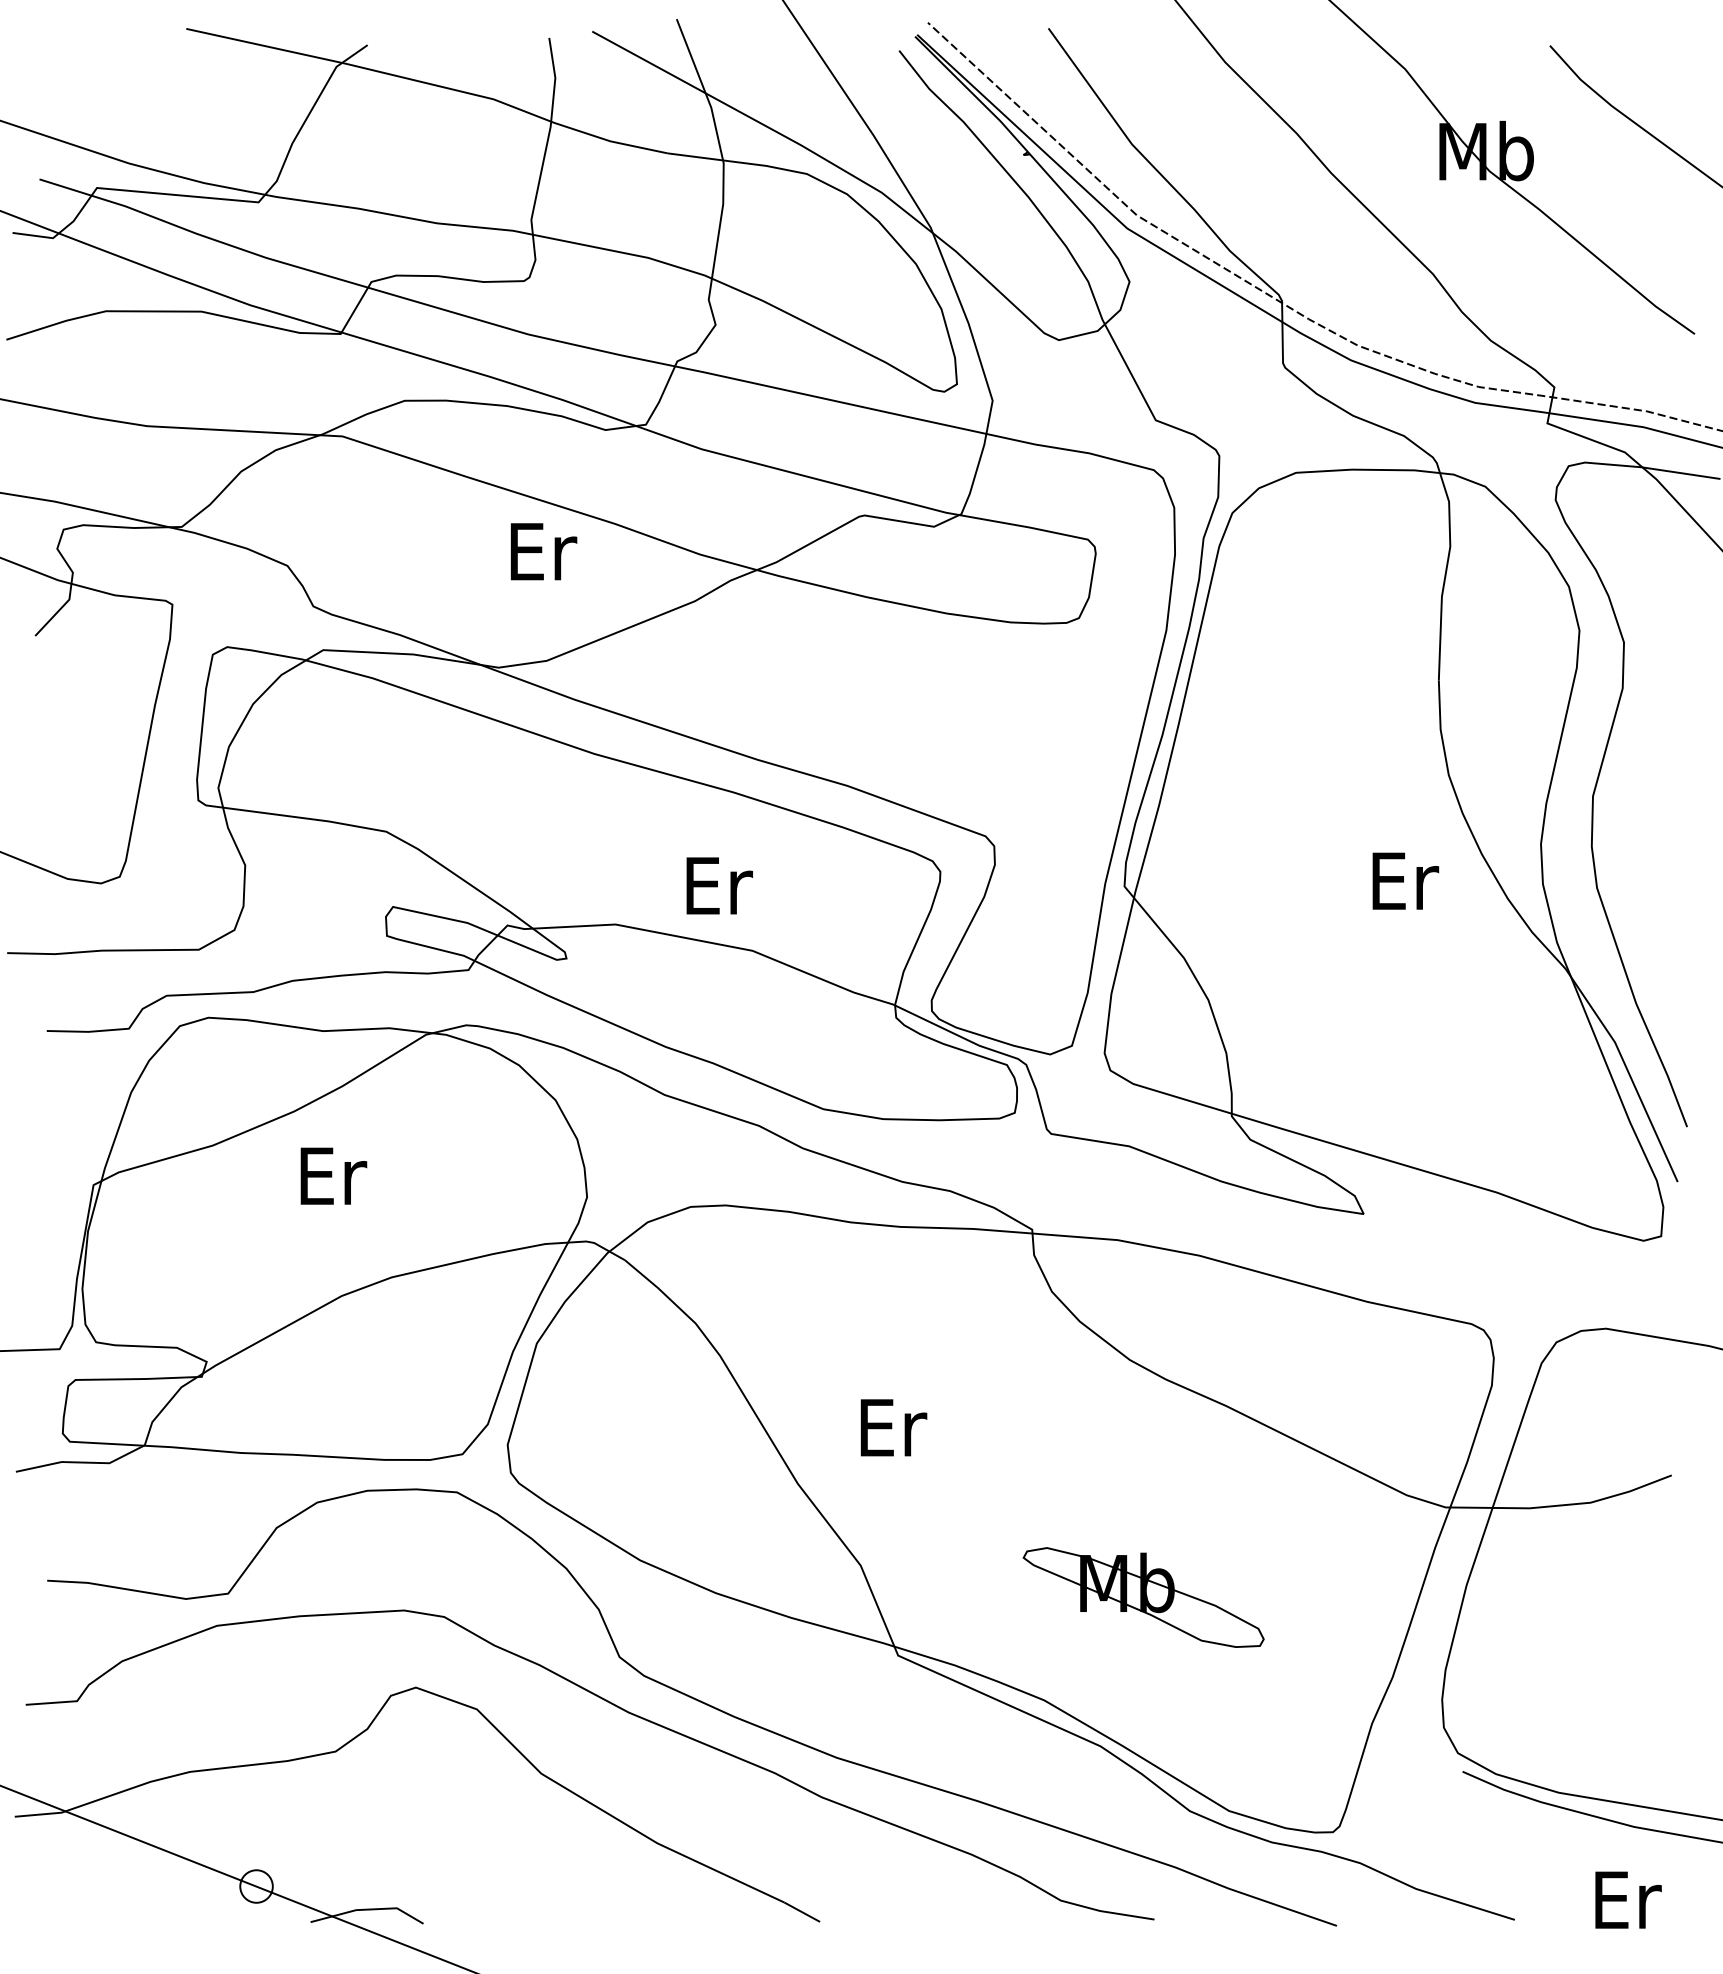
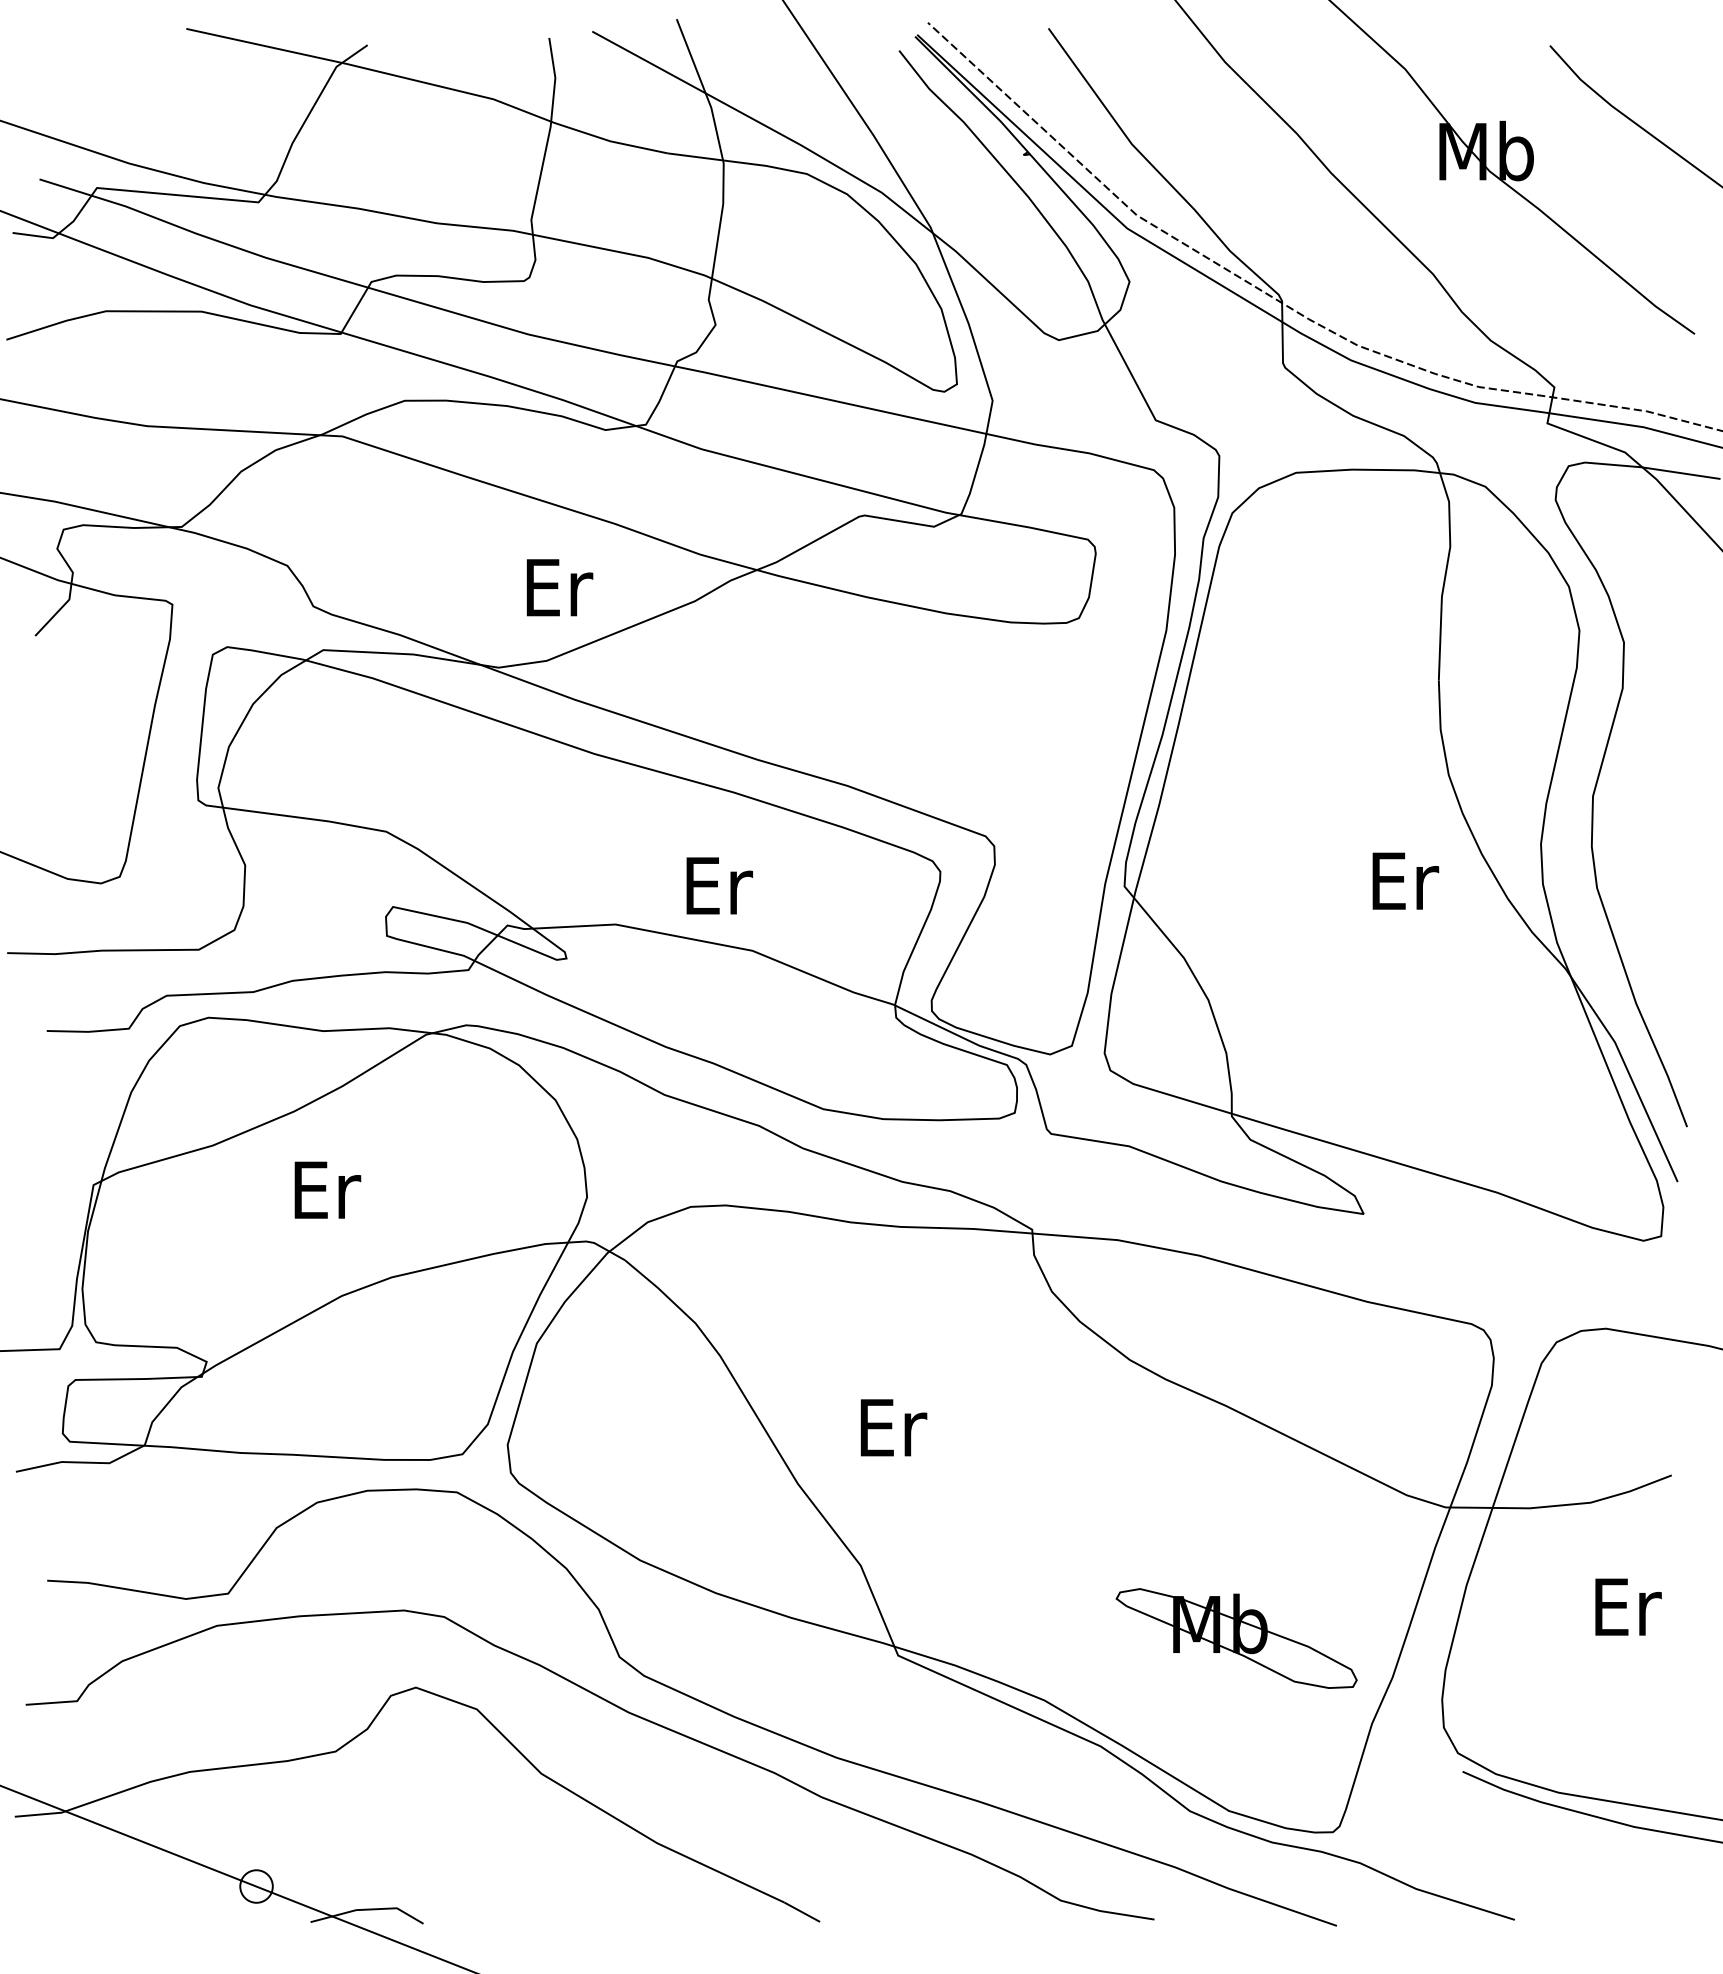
text at (543, 551) position: (543, 551) -> (559, 587)
text at (333, 1175) position: (333, 1175) -> (327, 1189)
part at (1143, 1597) position: (1143, 1597) -> (1236, 1638)
text at (1628, 1899) position: (1628, 1899) -> (1628, 1606)
